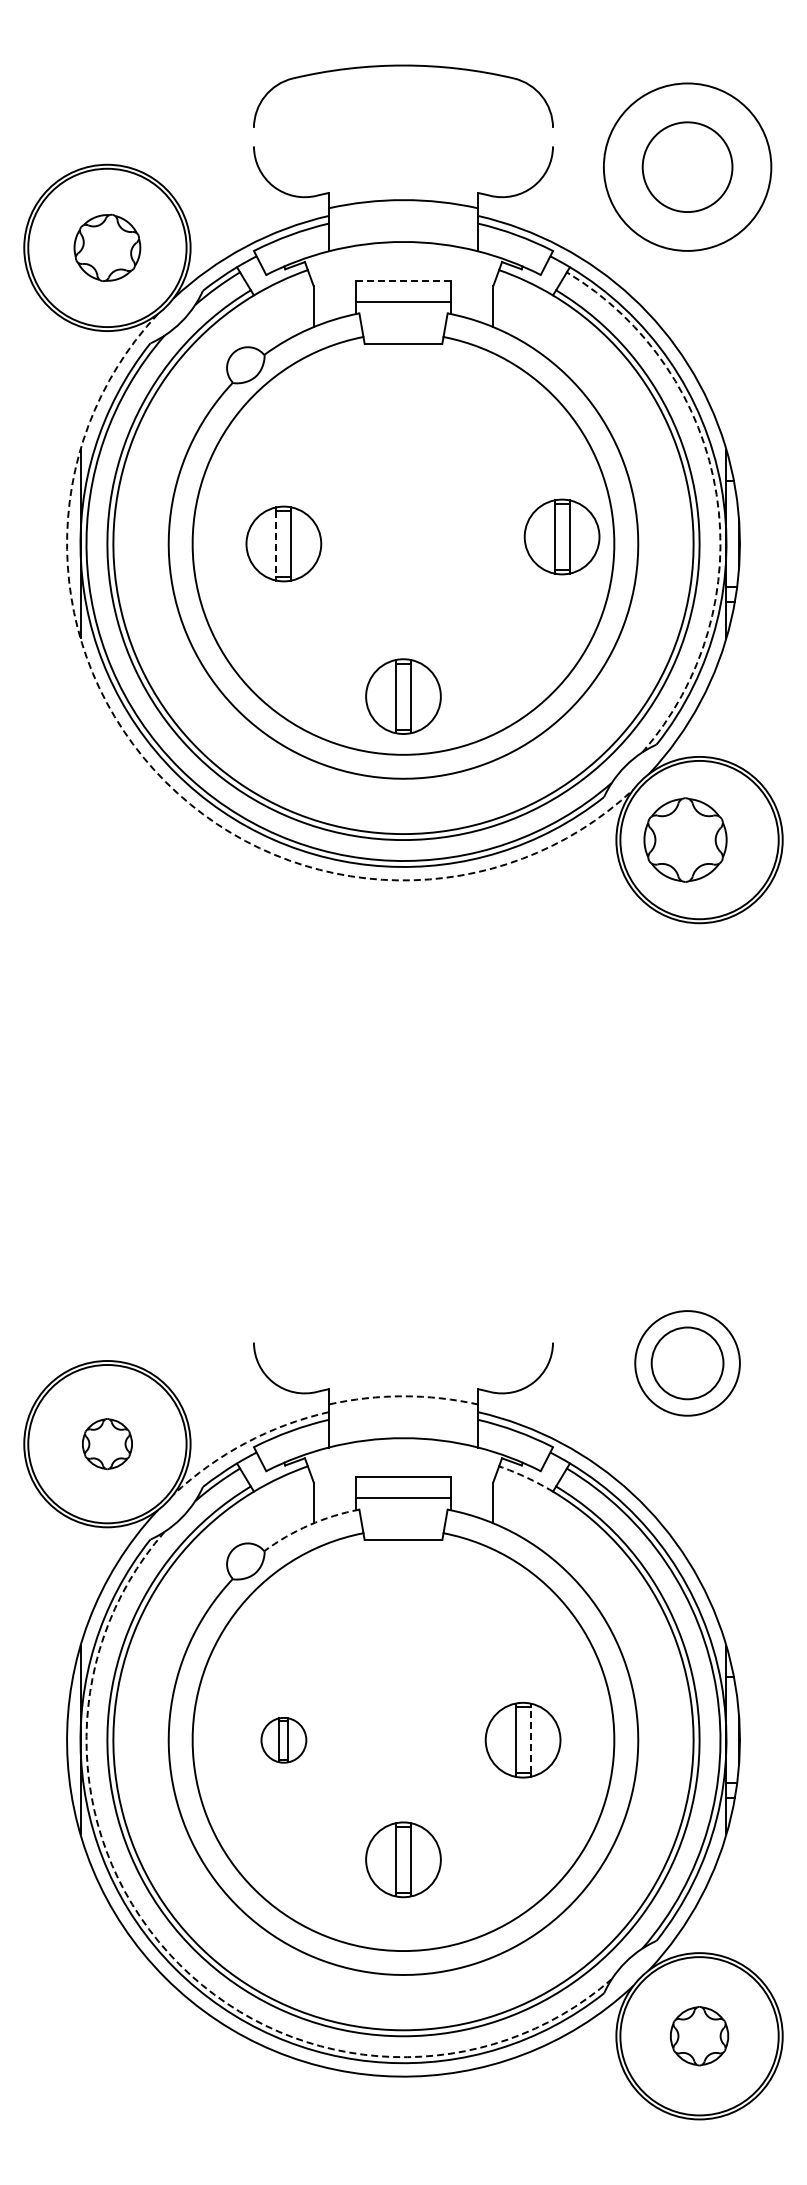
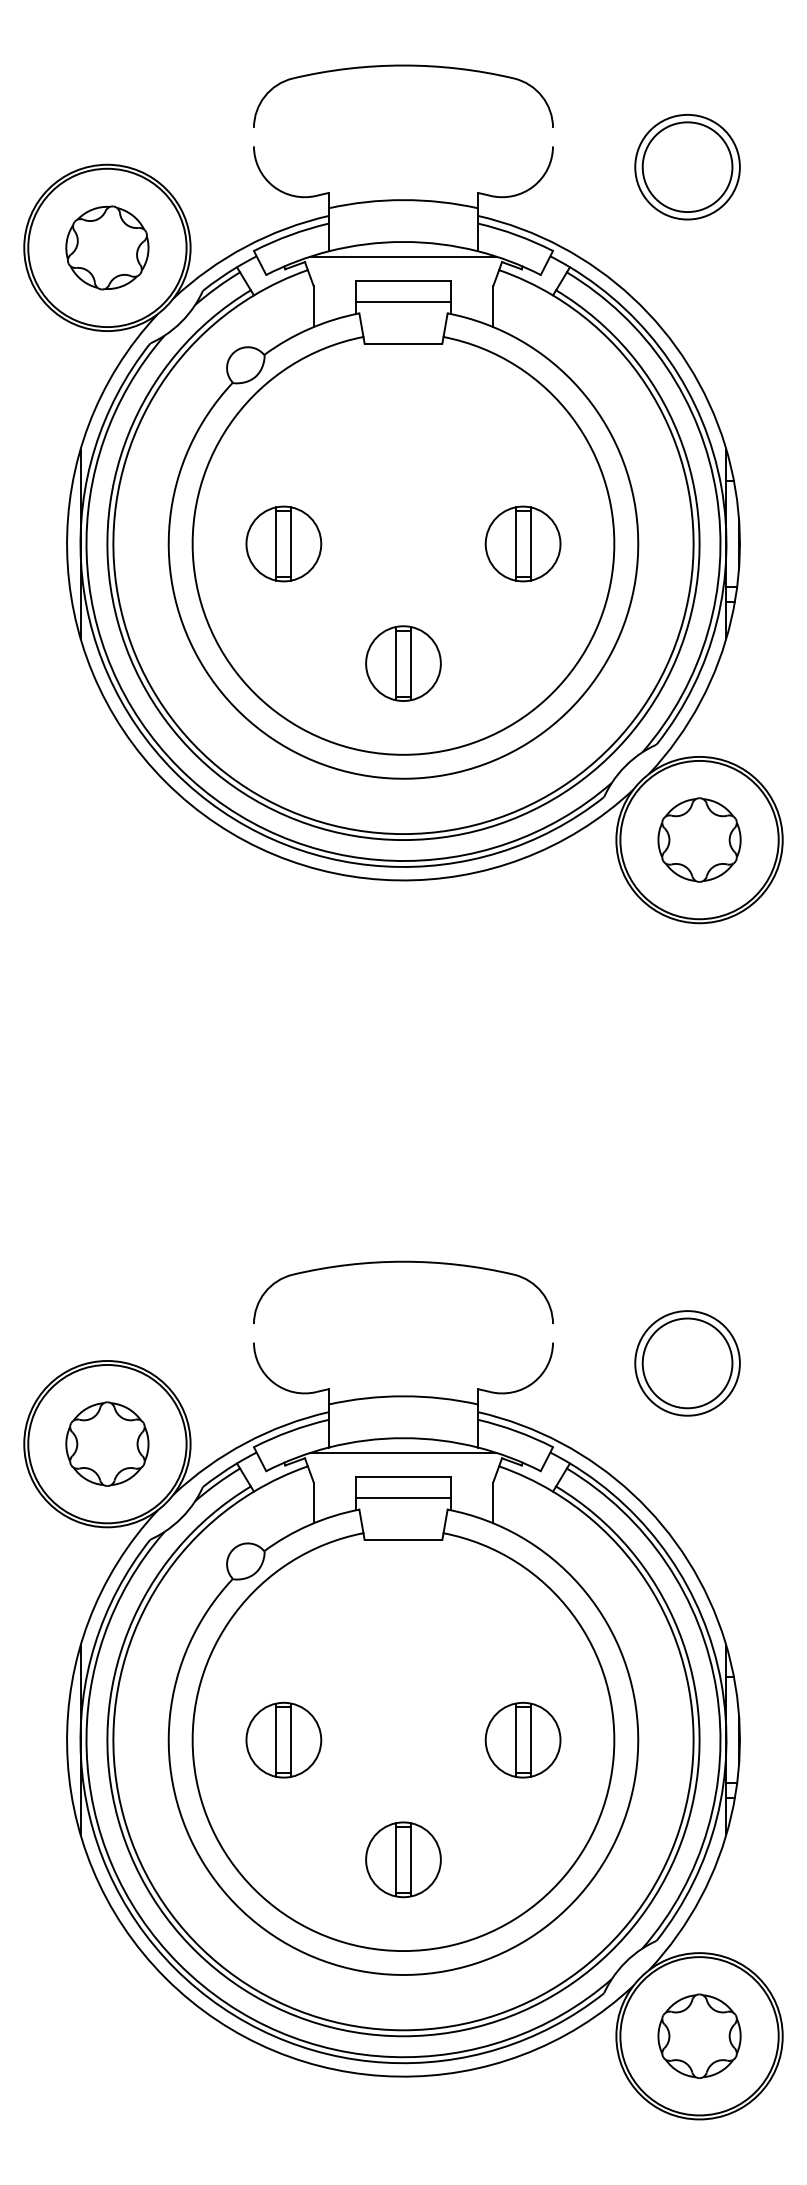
circle at (687, 166) diameter: 167 px -> 105 px
part at (107, 247) size: 69x69 px -> 85x86 px
line at (403, 256): none -> present
line at (403, 280): dashed -> solid
arc at (716, 494): dashed -> solid
part at (561, 536) position: (561, 536) -> (522, 543)
line at (276, 544): dashed -> solid
part at (403, 696) position: (403, 696) -> (403, 663)
arc at (165, 781): dashed -> solid
part at (685, 839) position: (685, 839) -> (699, 839)
part at (403, 1262): none -> present
circle at (687, 1363) diameter: 72 px -> 90 px
arc at (403, 1396): dashed -> solid
arc at (245, 1443): dashed -> solid
part at (107, 1444) size: 51x53 px -> 85x86 px
line at (403, 1453): none -> present
arc at (526, 1477): dashed -> solid
arc at (309, 1525): dashed -> solid
part at (283, 1740) size: 48x47 px -> 78x77 px
line at (530, 1740): dashed -> solid
arc at (179, 1964): dashed -> solid
part at (699, 2036) size: 60x61 px -> 85x86 px
